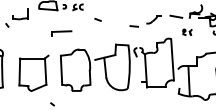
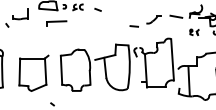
line at (97, 19) position: (97, 19) -> (97, 9)
part at (187, 32) position: (187, 32) -> (194, 32)
part at (61, 33) position: (61, 33) -> (56, 23)
